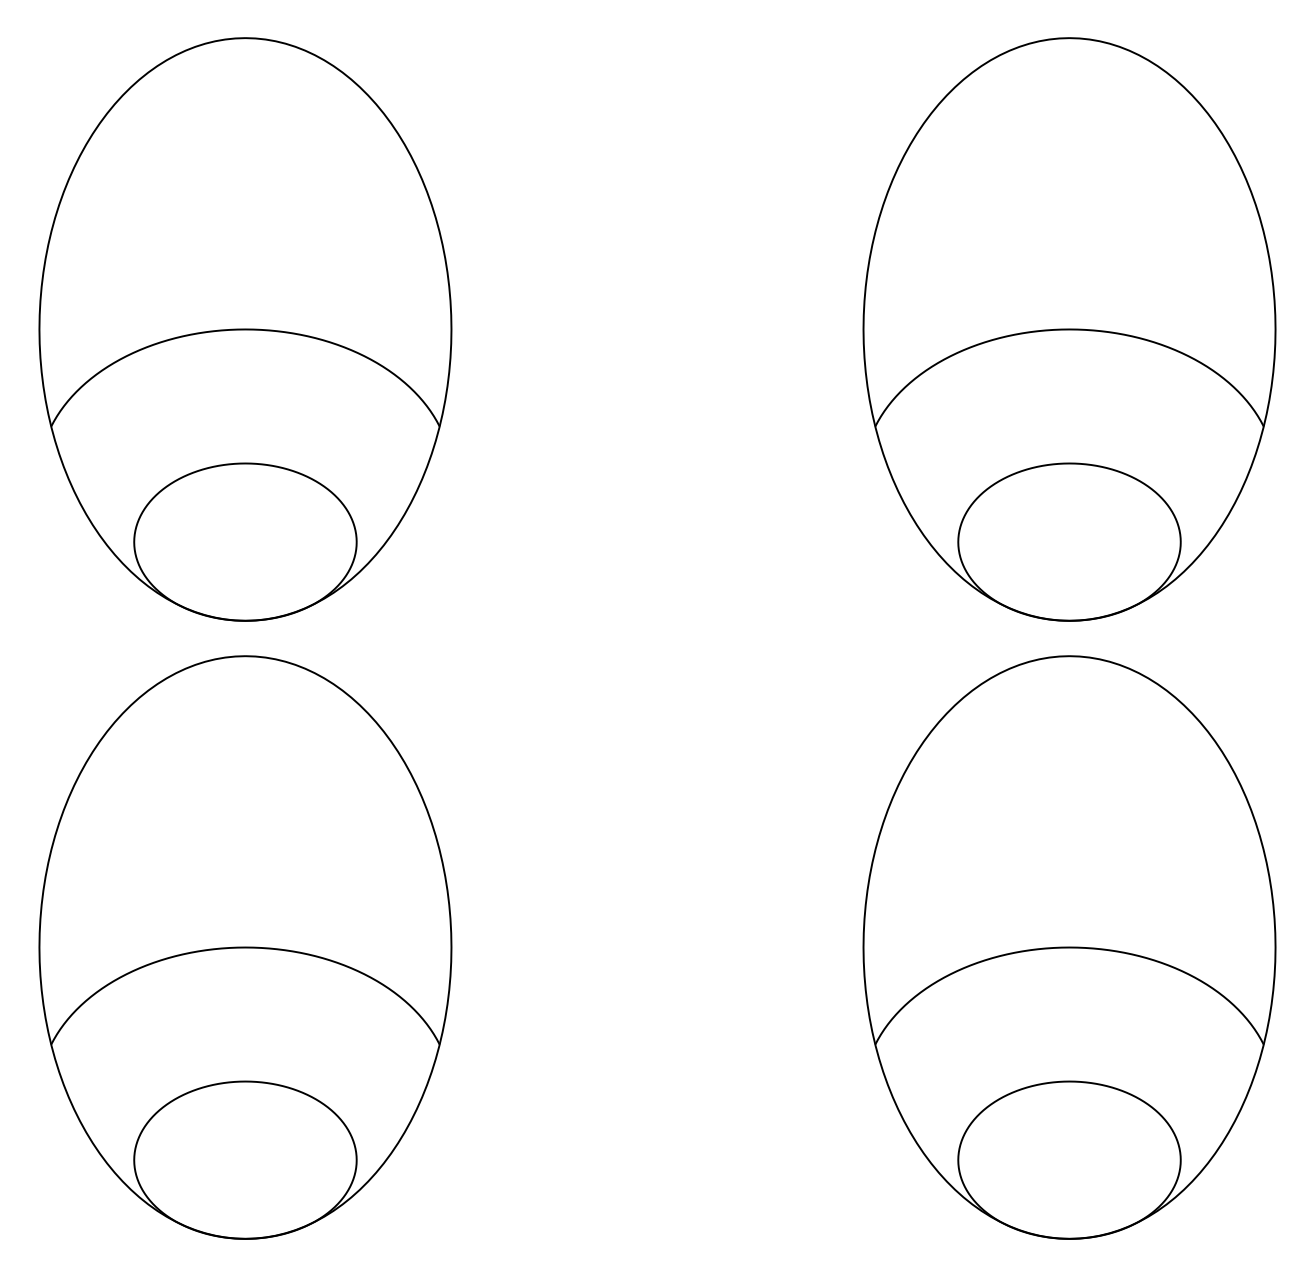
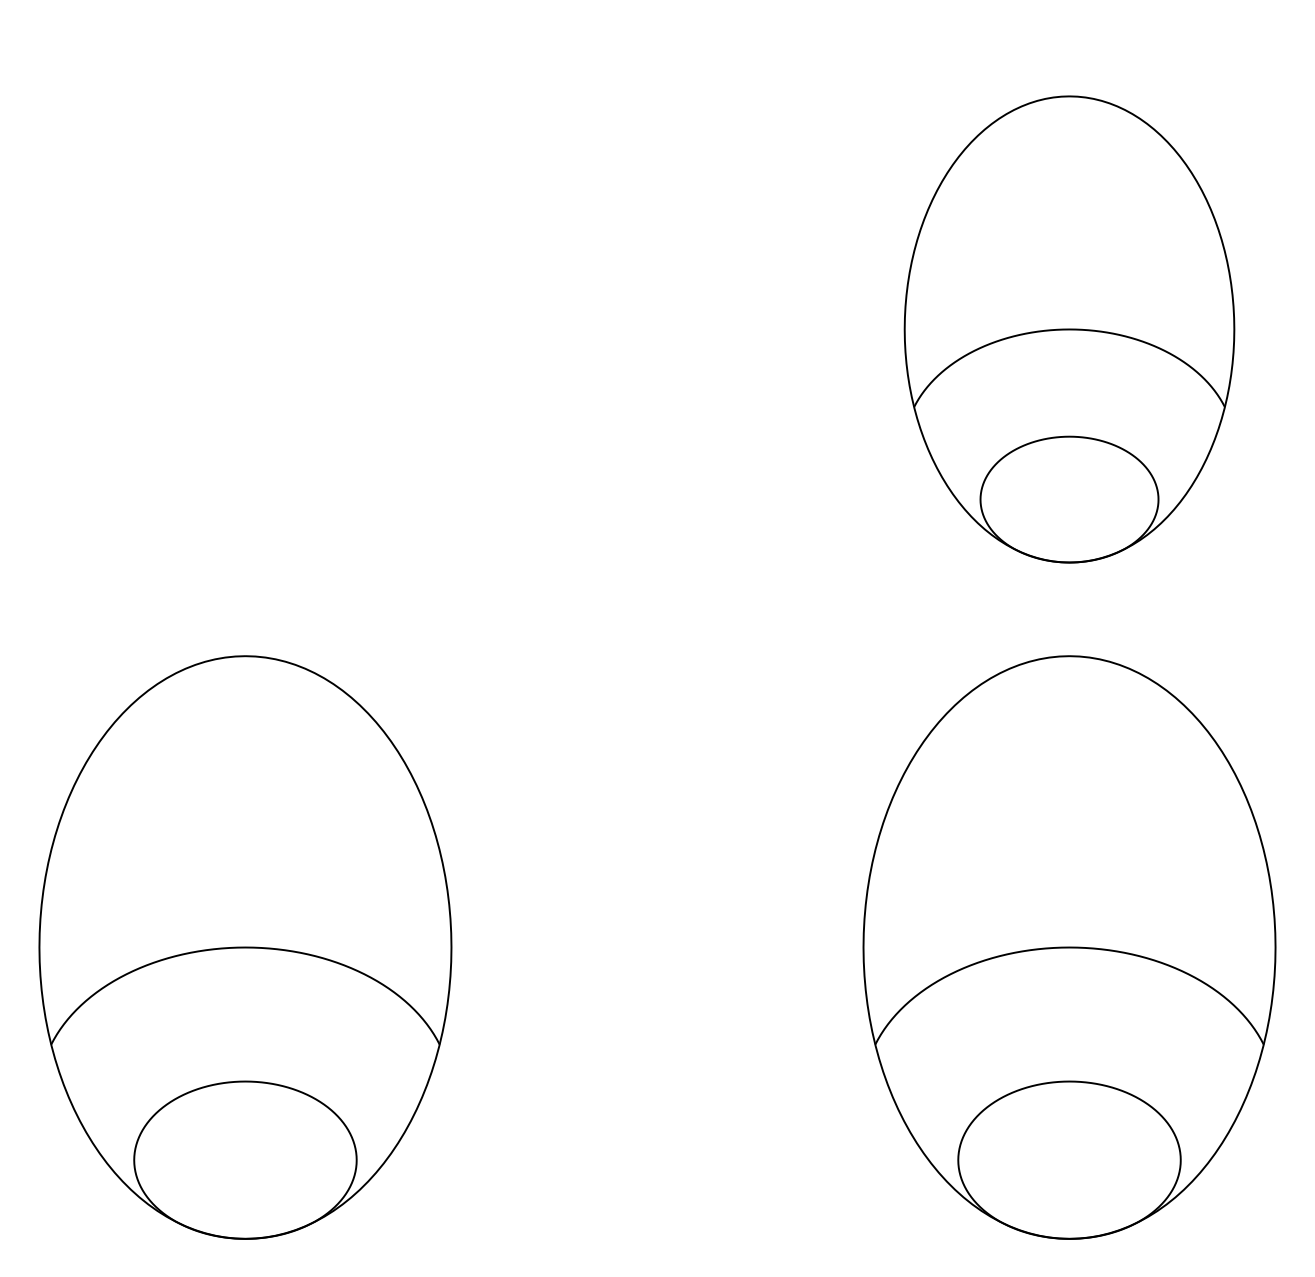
part at (245, 329): present -> none
part at (1069, 329) size: 415x585 px -> 333x469 px
